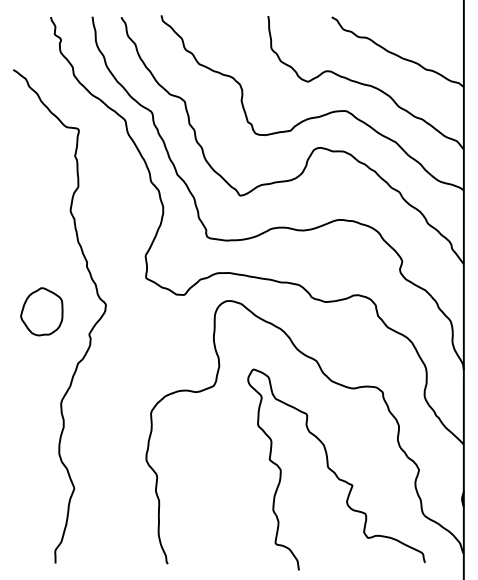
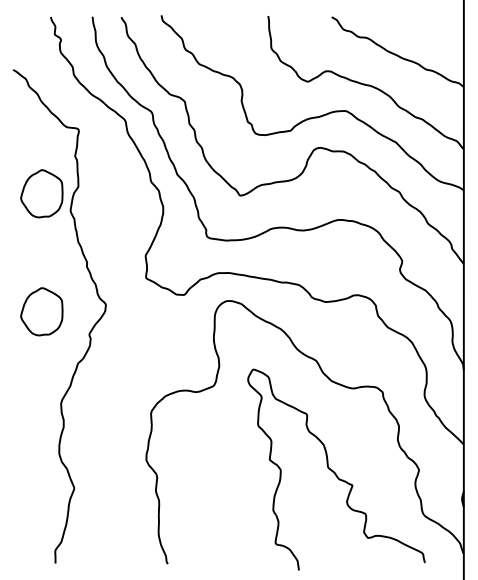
part at (41, 193): none -> present
